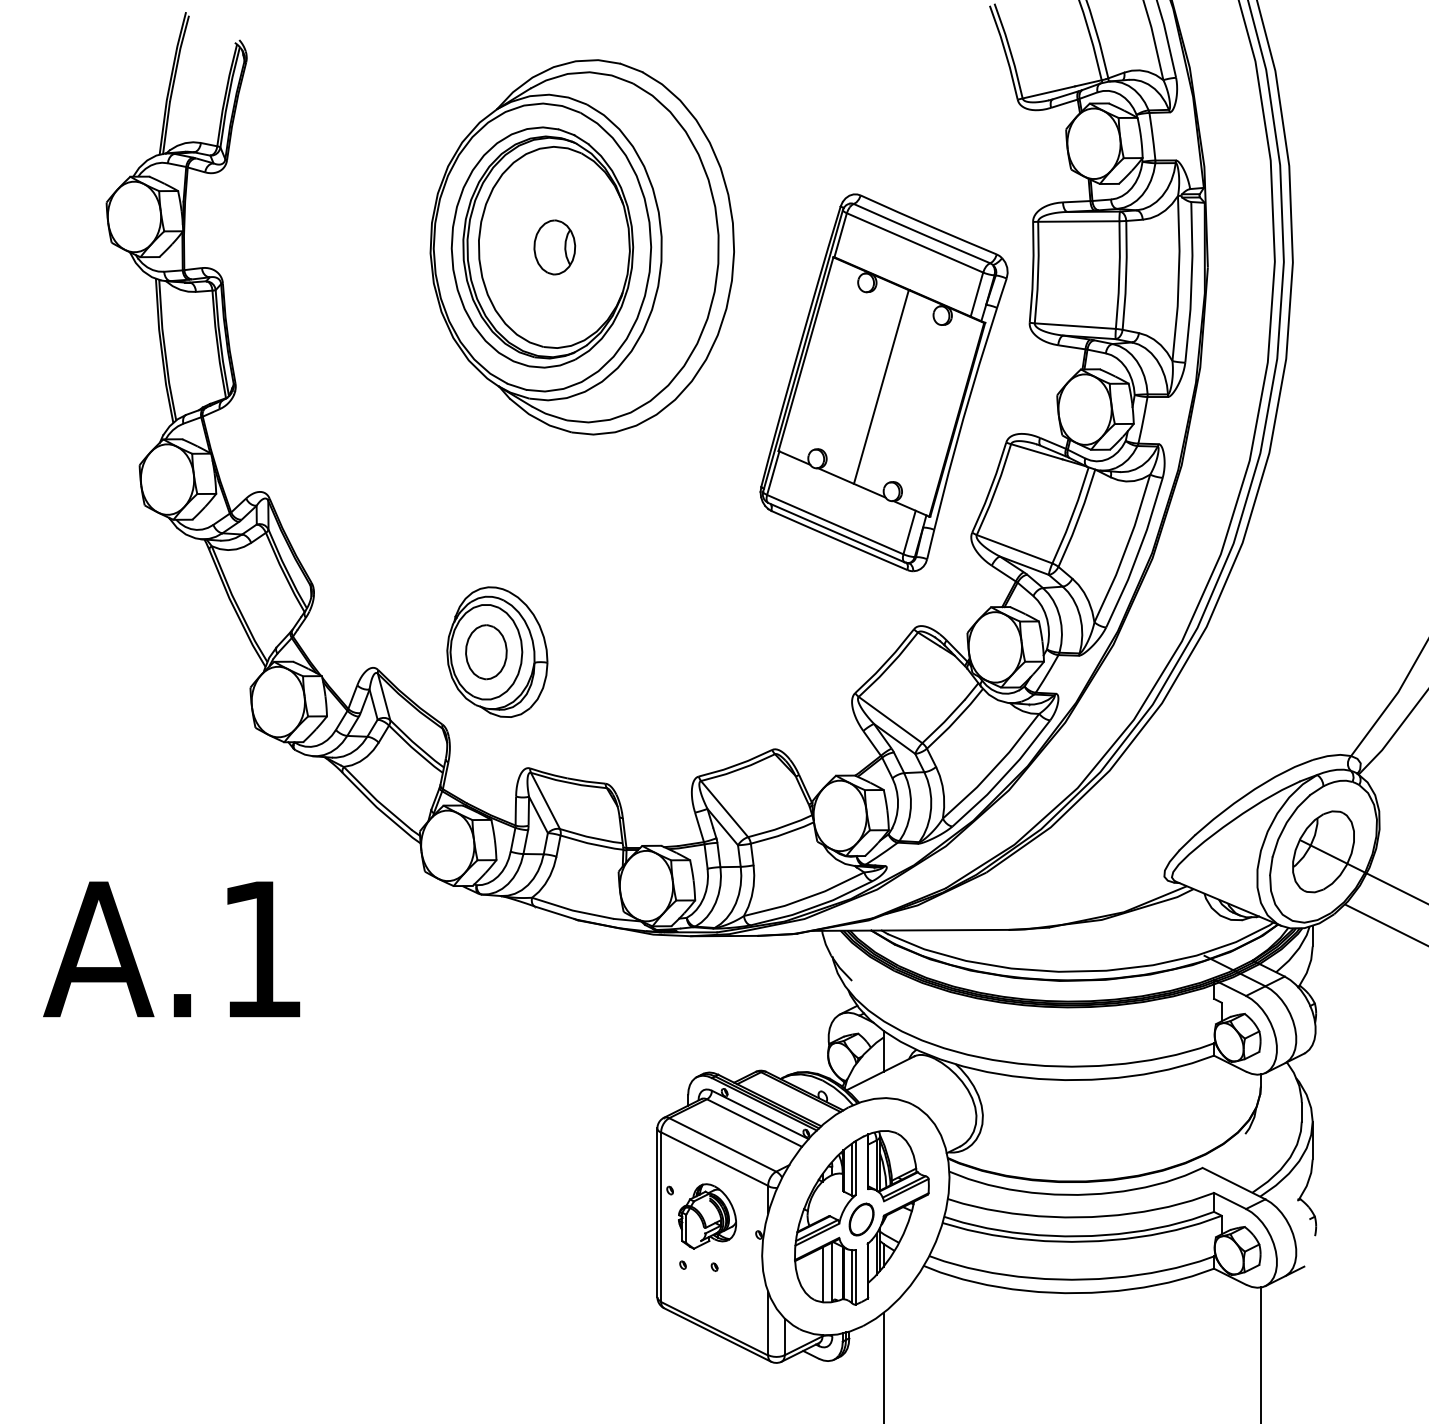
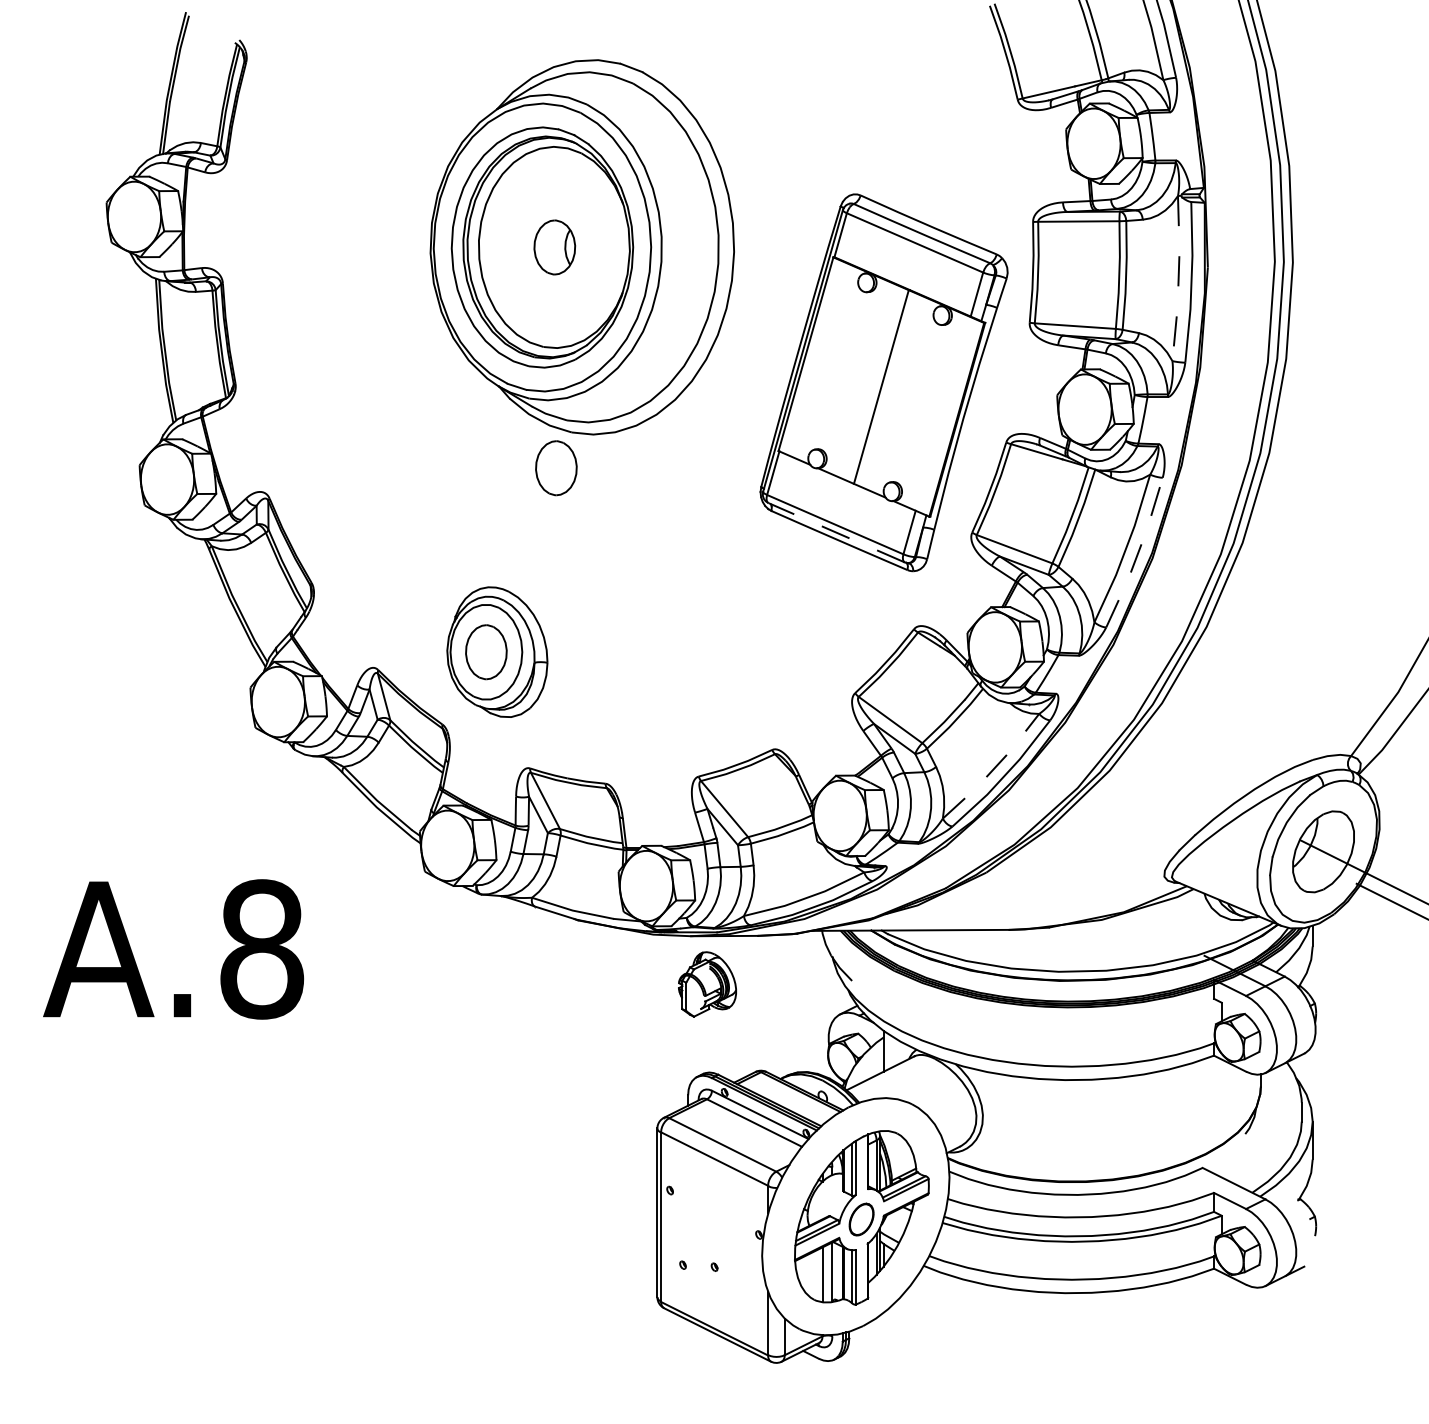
line at (1178, 278): solid -> dashed
part at (556, 468): none -> present
line at (836, 532): solid -> dashed
line at (1137, 553): solid -> dashed
line at (993, 769): solid -> dashed
line at (1384, 924) position: (1384, 924) -> (1390, 900)
text at (262, 949): A.1 -> A.8
part at (707, 1216) position: (707, 1216) -> (707, 984)
line at (1260, 1353): present -> none
line at (883, 1366): present -> none
